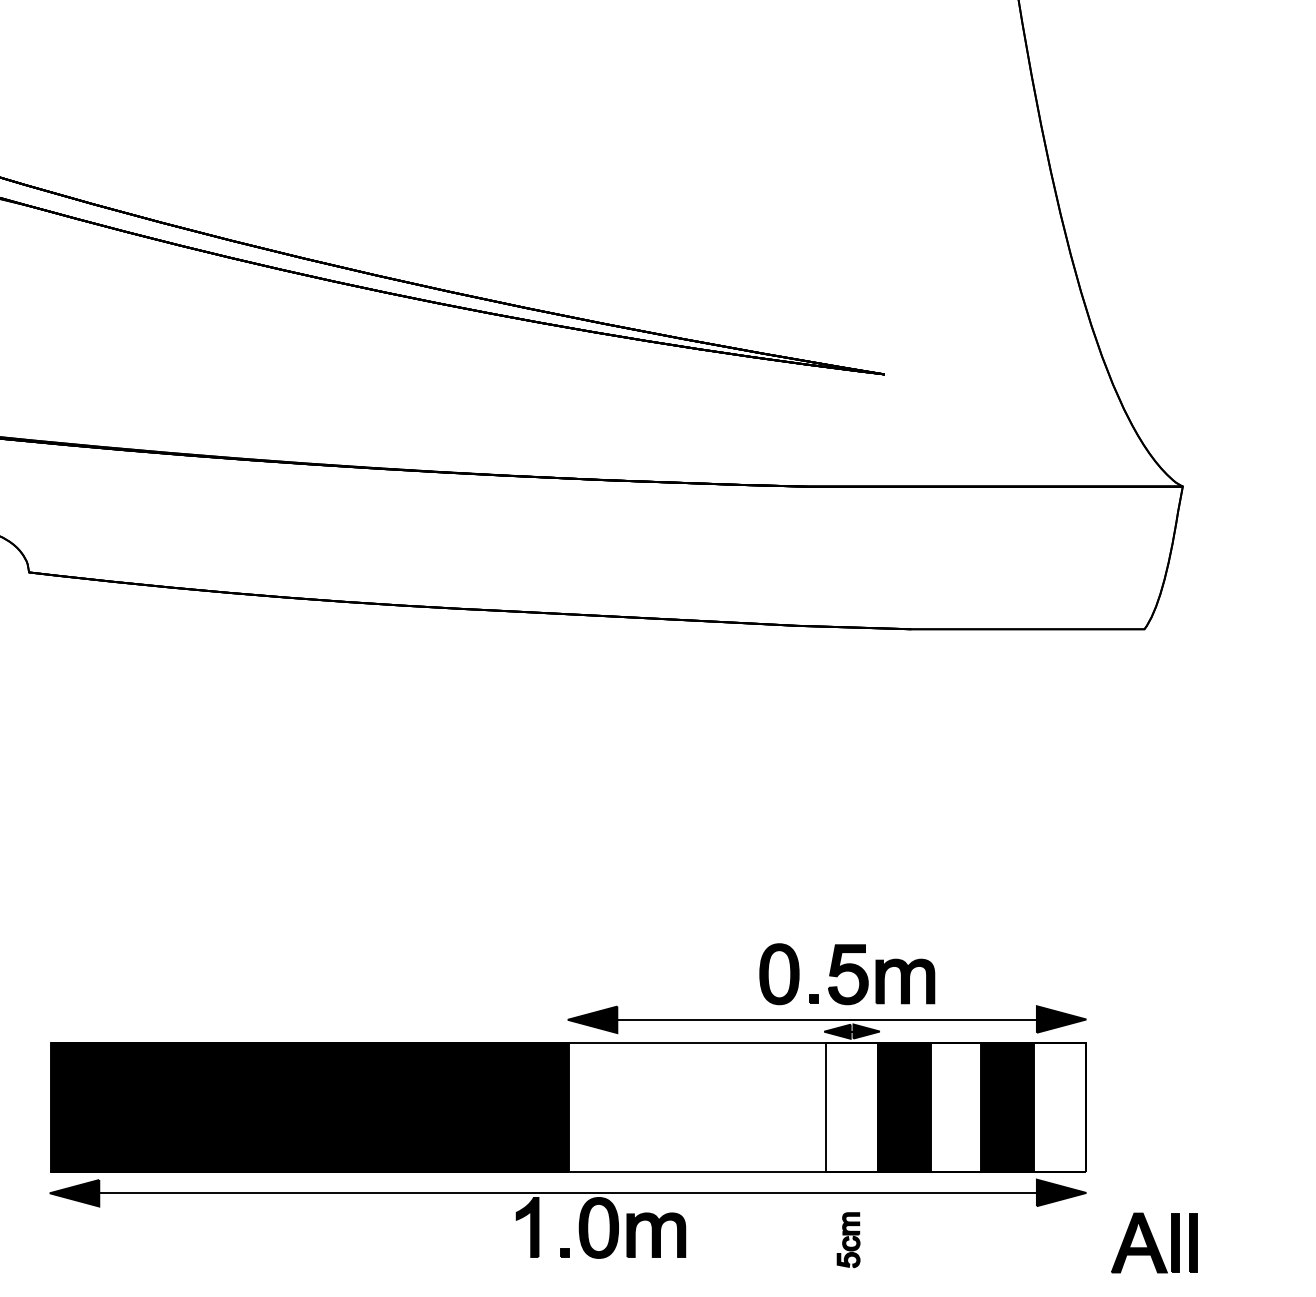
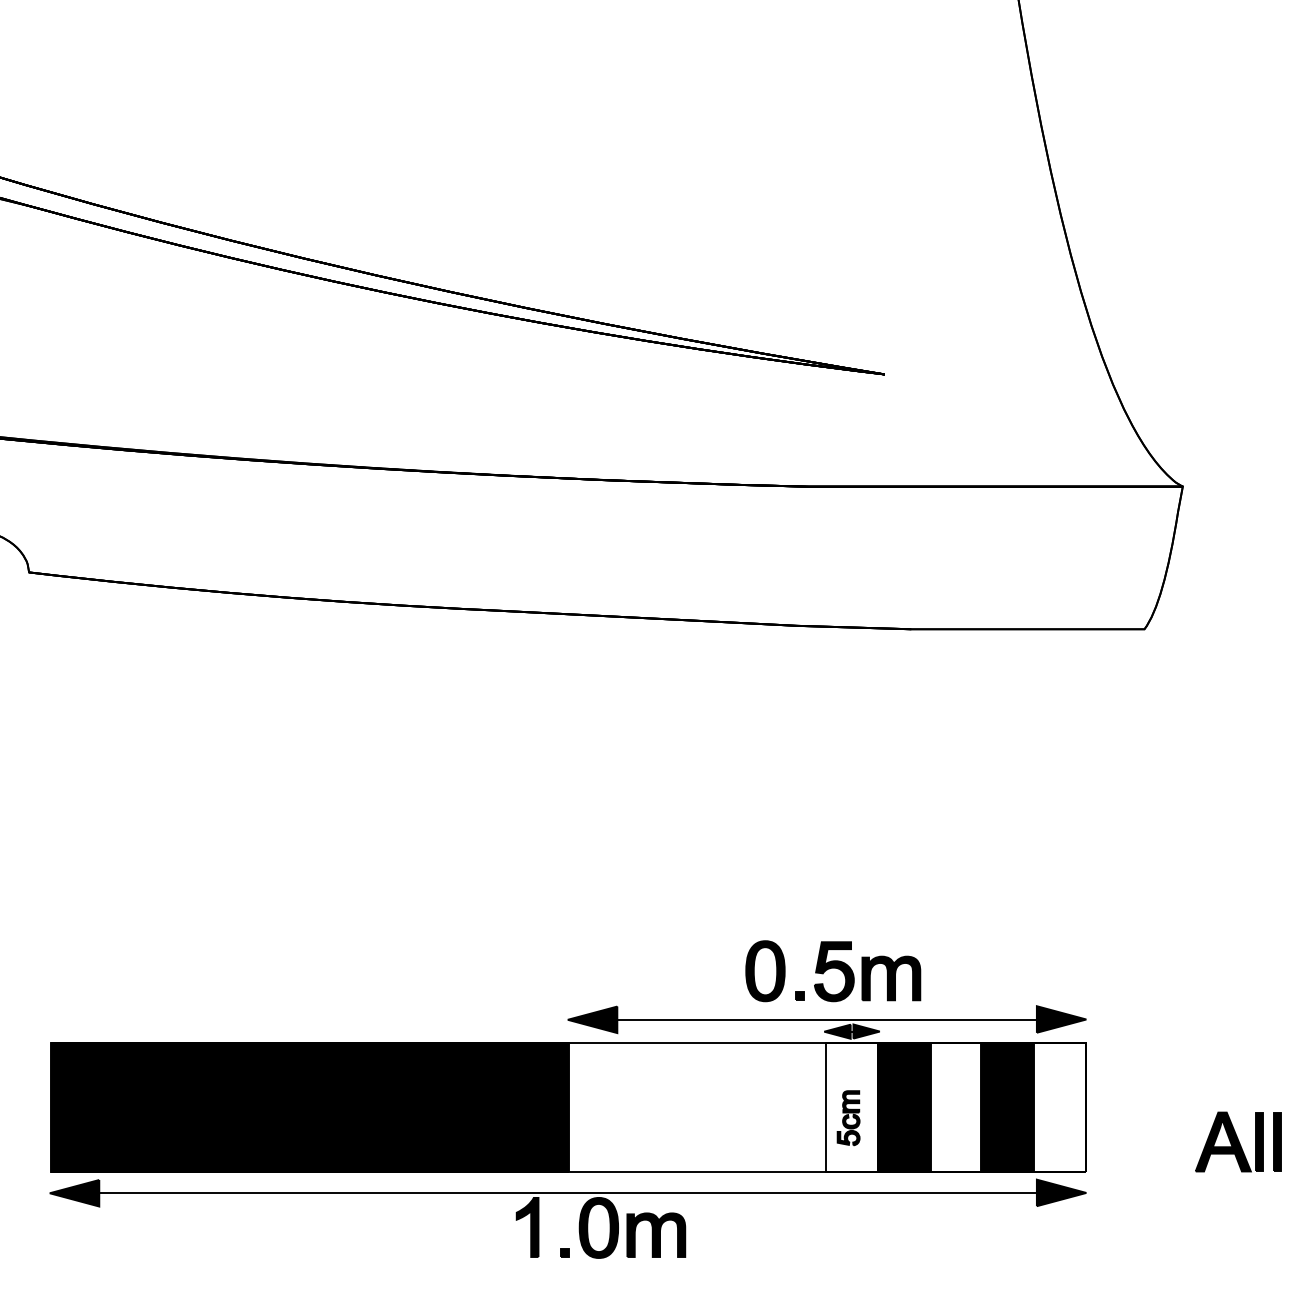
part at (847, 974) position: (847, 974) -> (833, 971)
part at (848, 1240) position: (848, 1240) -> (848, 1118)
part at (1154, 1242) position: (1154, 1242) -> (1238, 1141)
